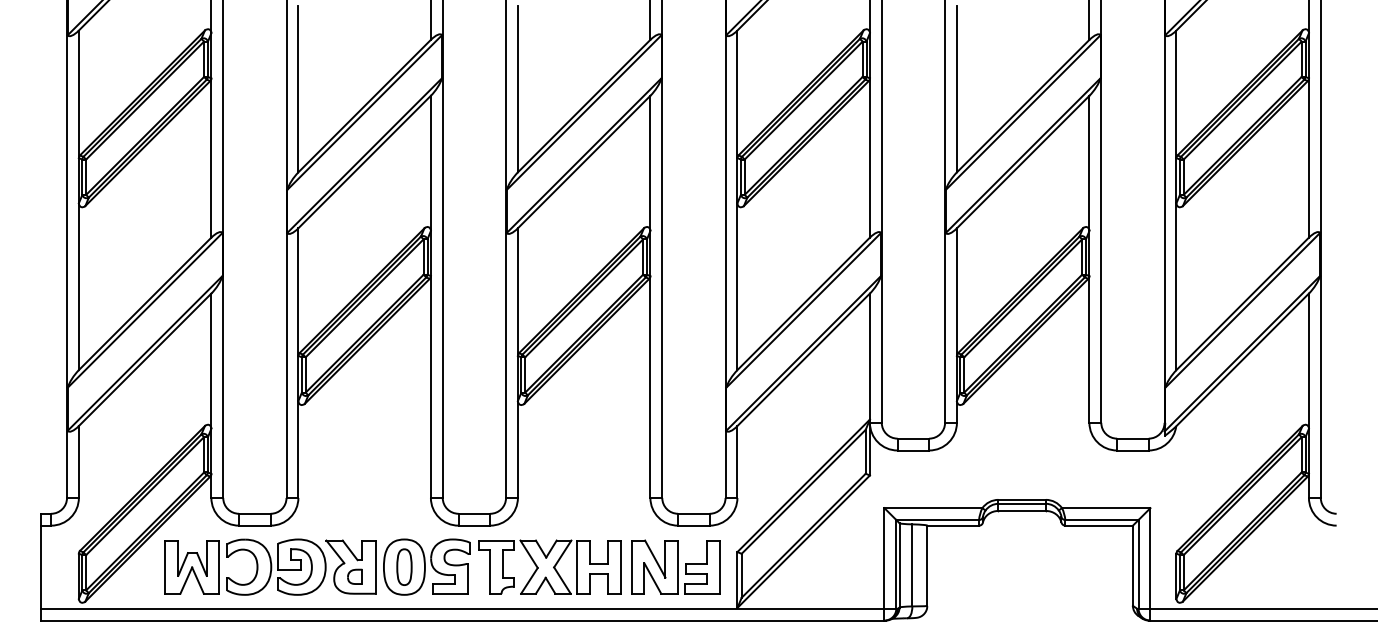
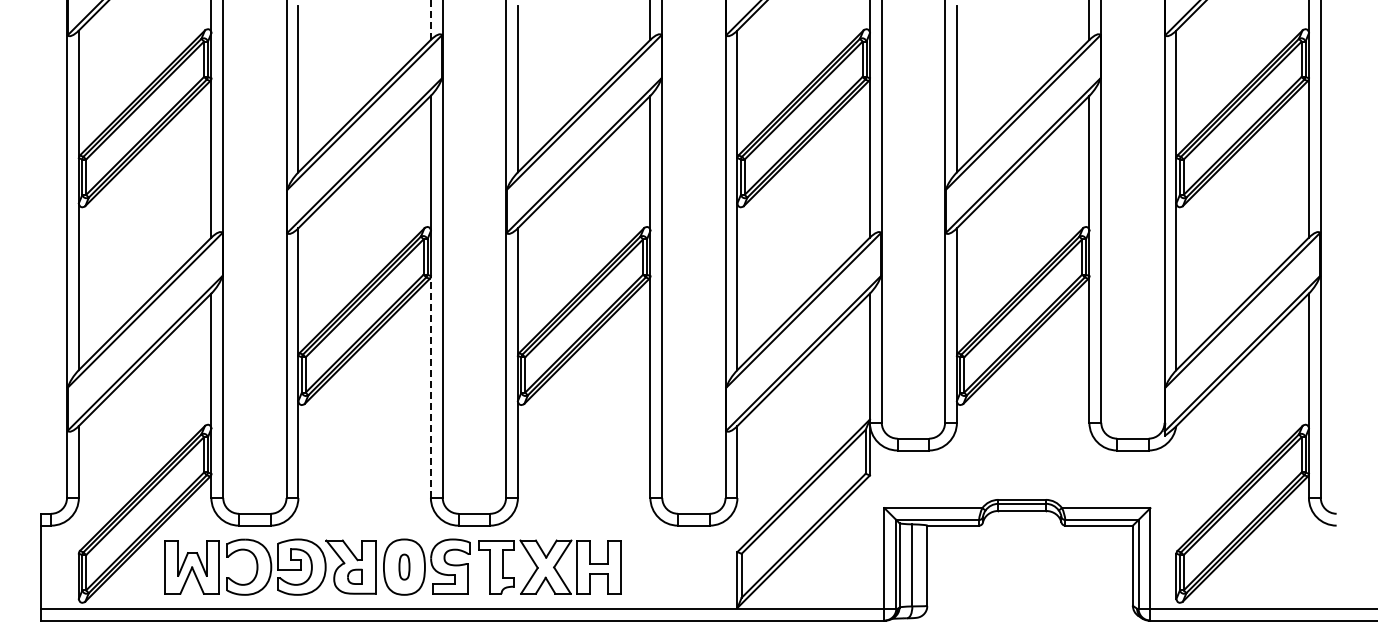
line at (430, 19): solid -> dashed
line at (430, 387): solid -> dashed
part at (404, 566) size: 17x38 px -> 13x28 px
part at (675, 566): present -> none
